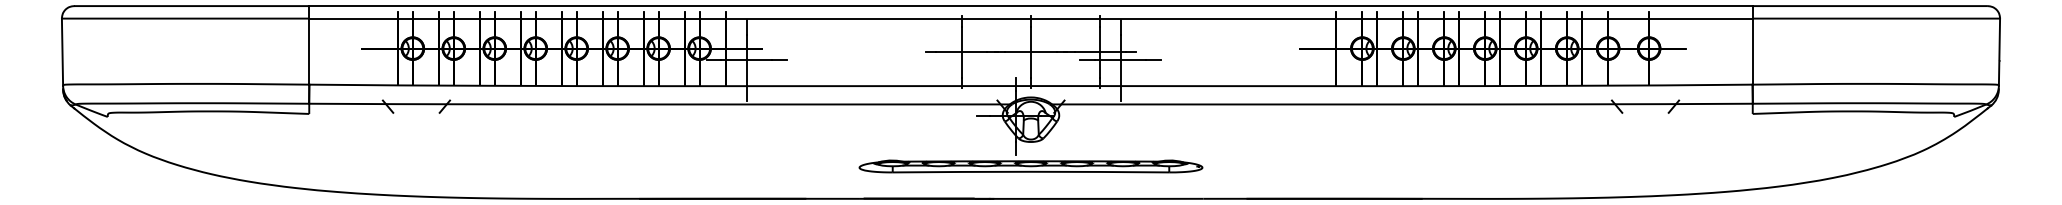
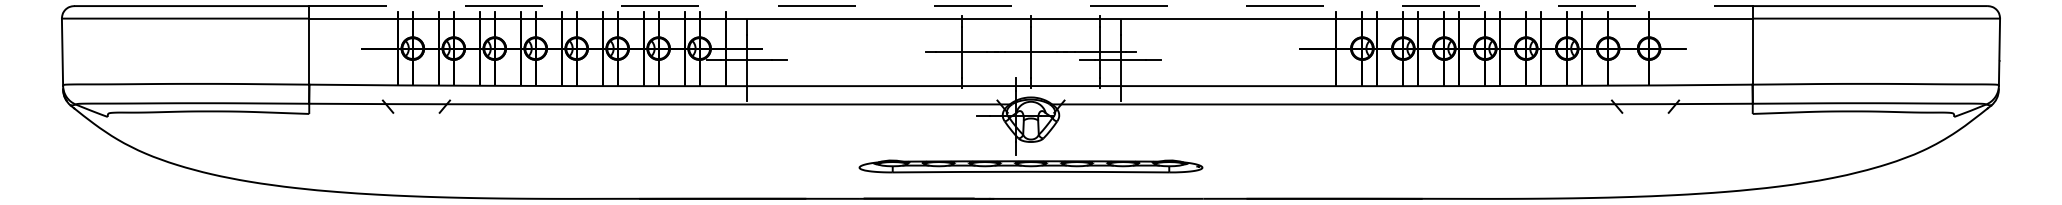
line at (1031, 6): solid -> dashed
